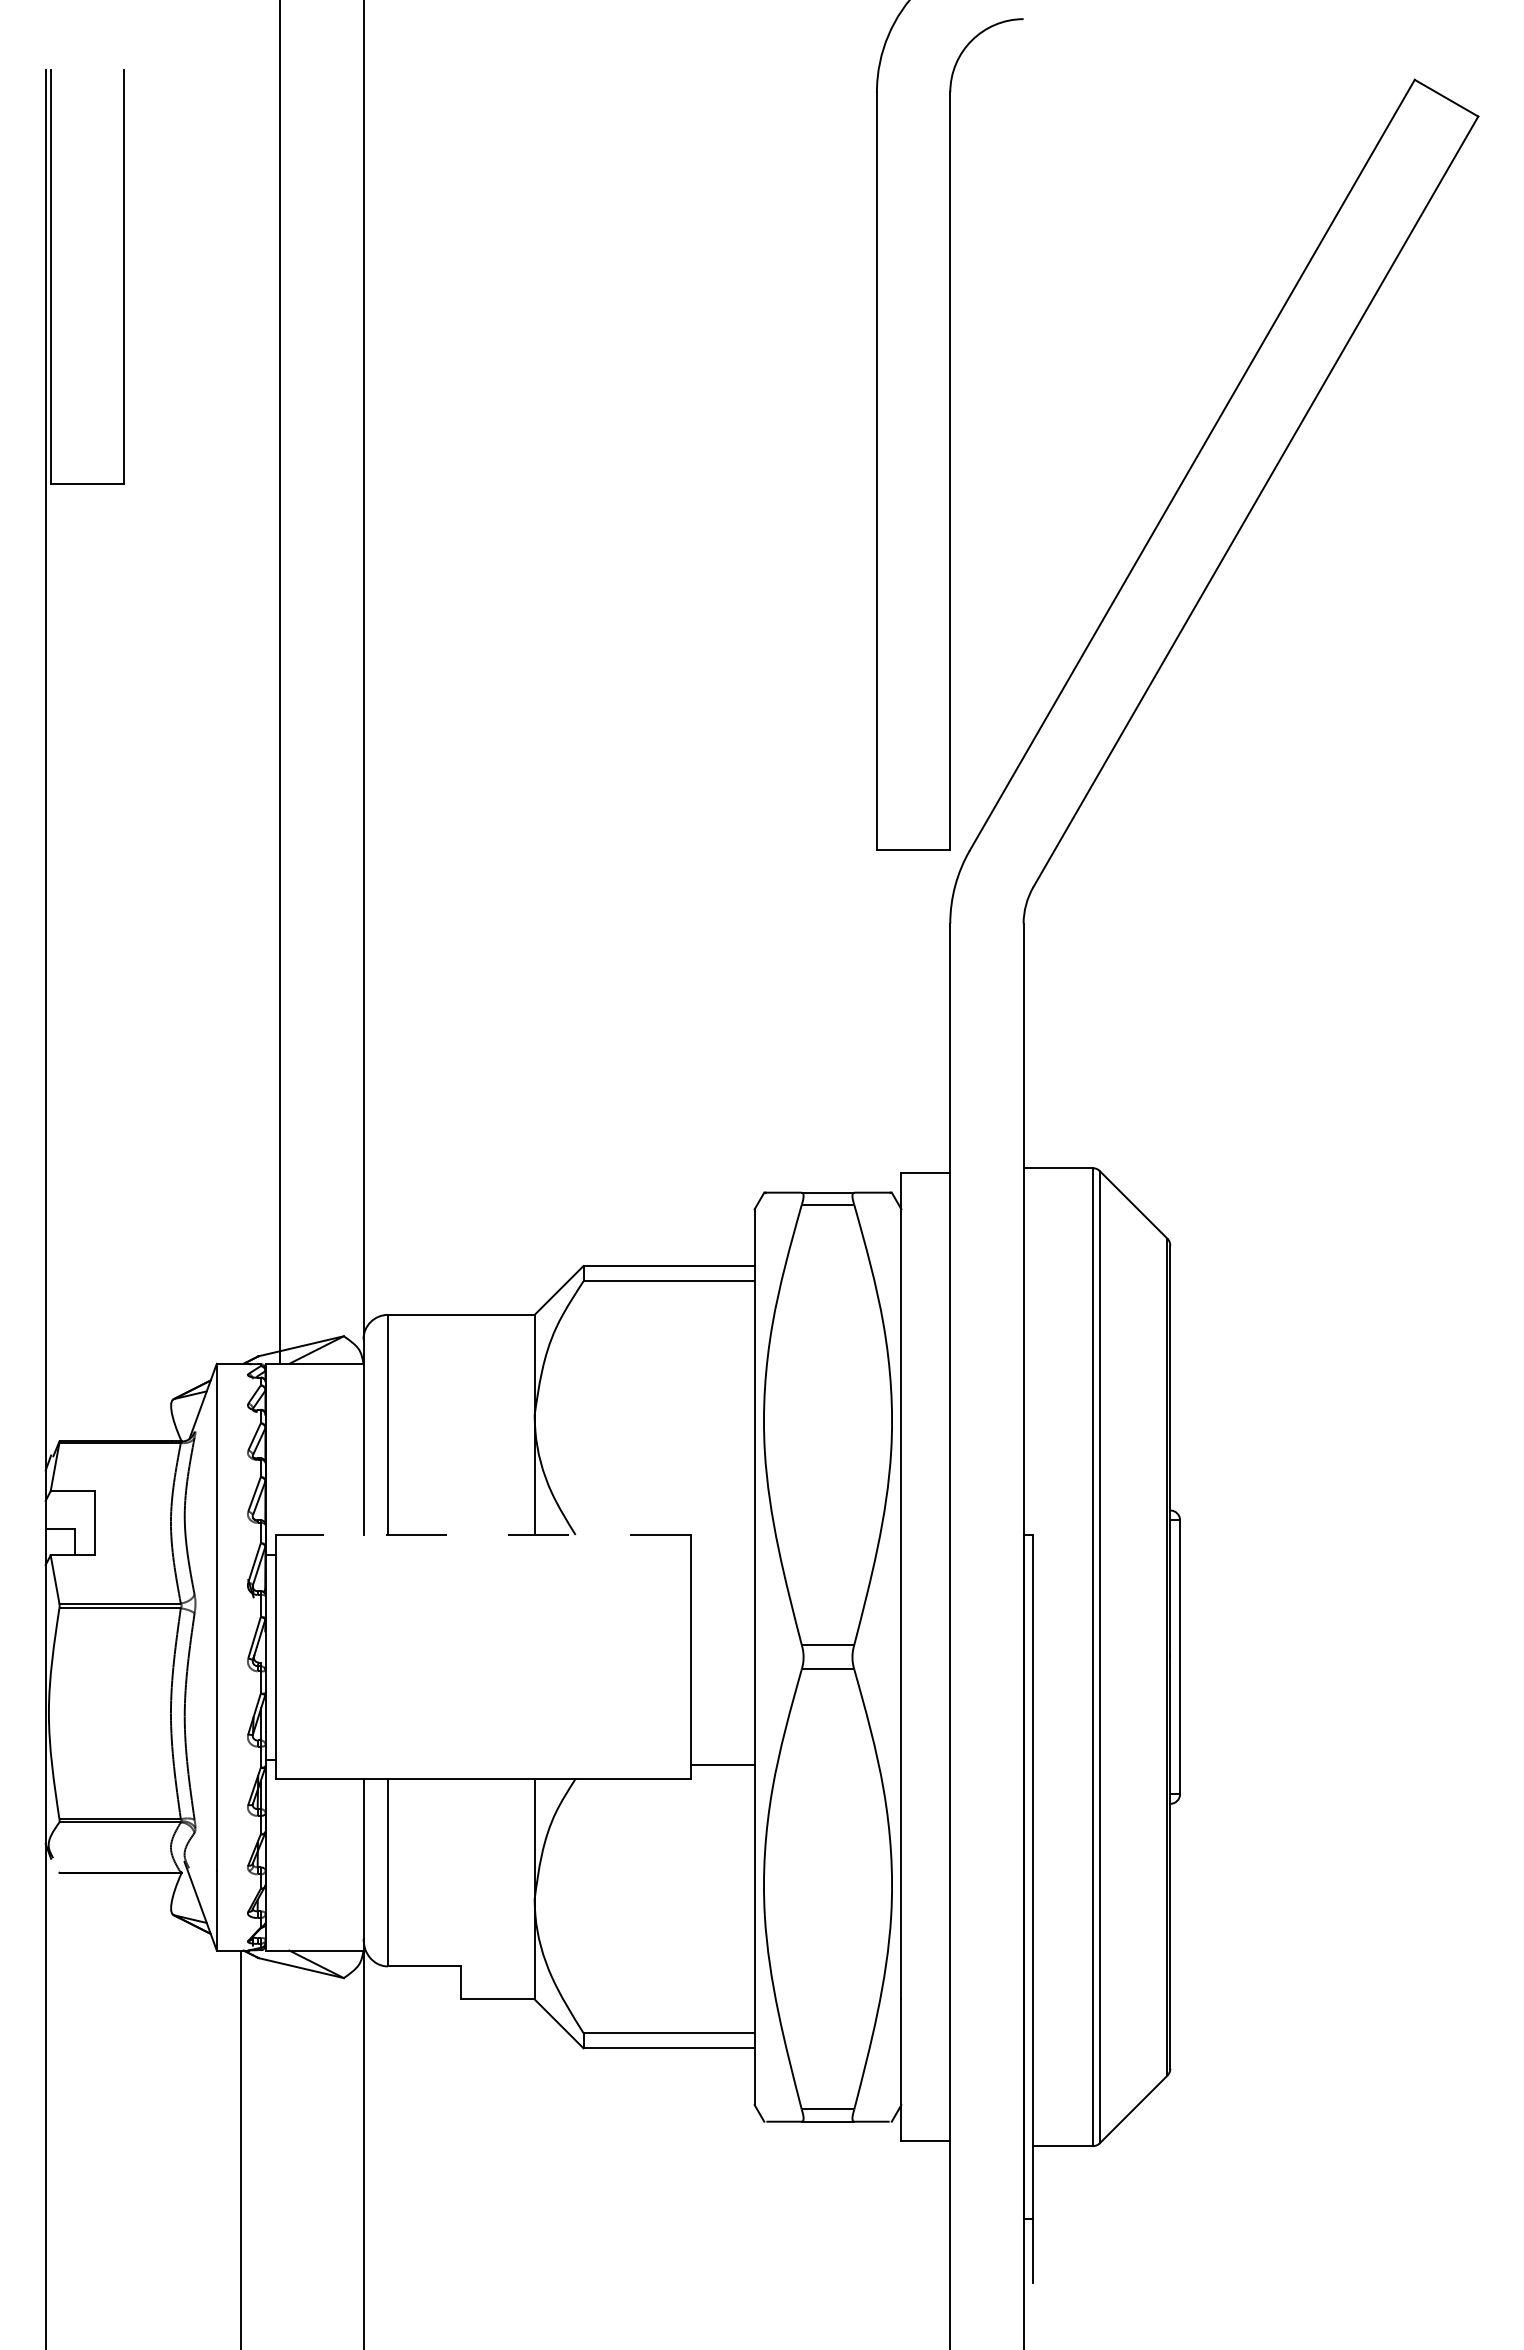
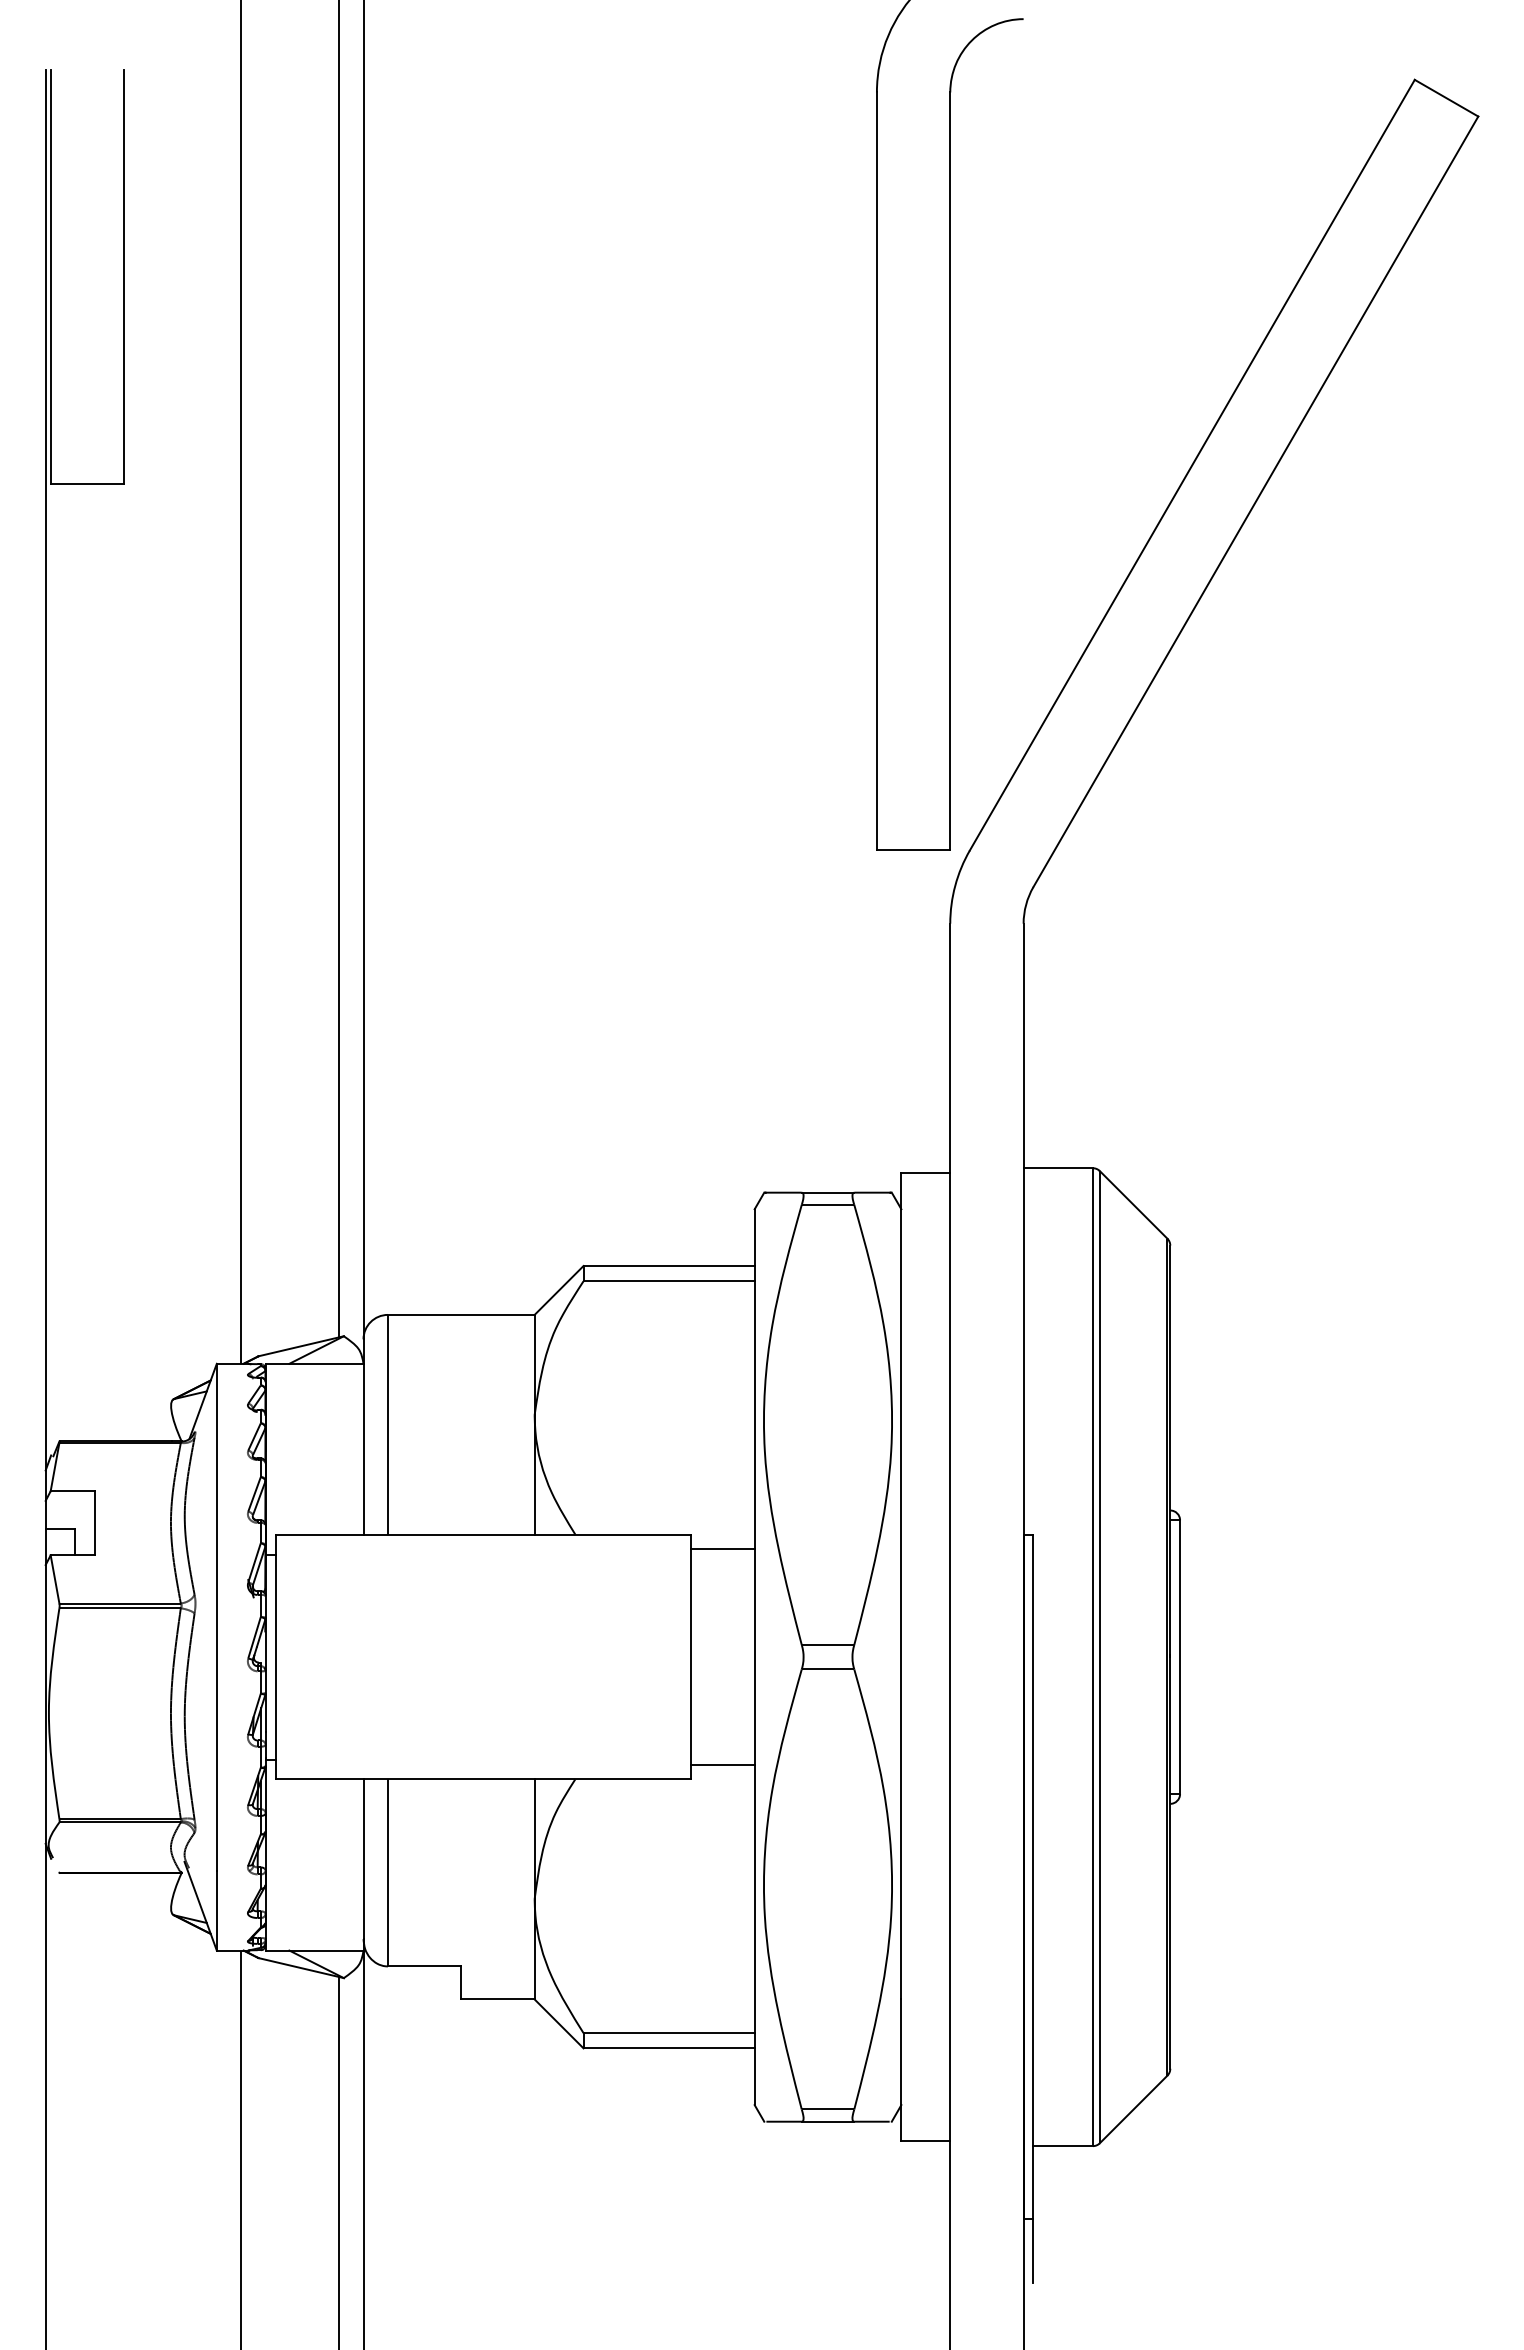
line at (339, 669): none -> present
line at (280, 682) position: (280, 682) -> (241, 682)
line at (483, 1534): dashed -> solid
line at (722, 1549): none -> present
line at (339, 2161): none -> present
